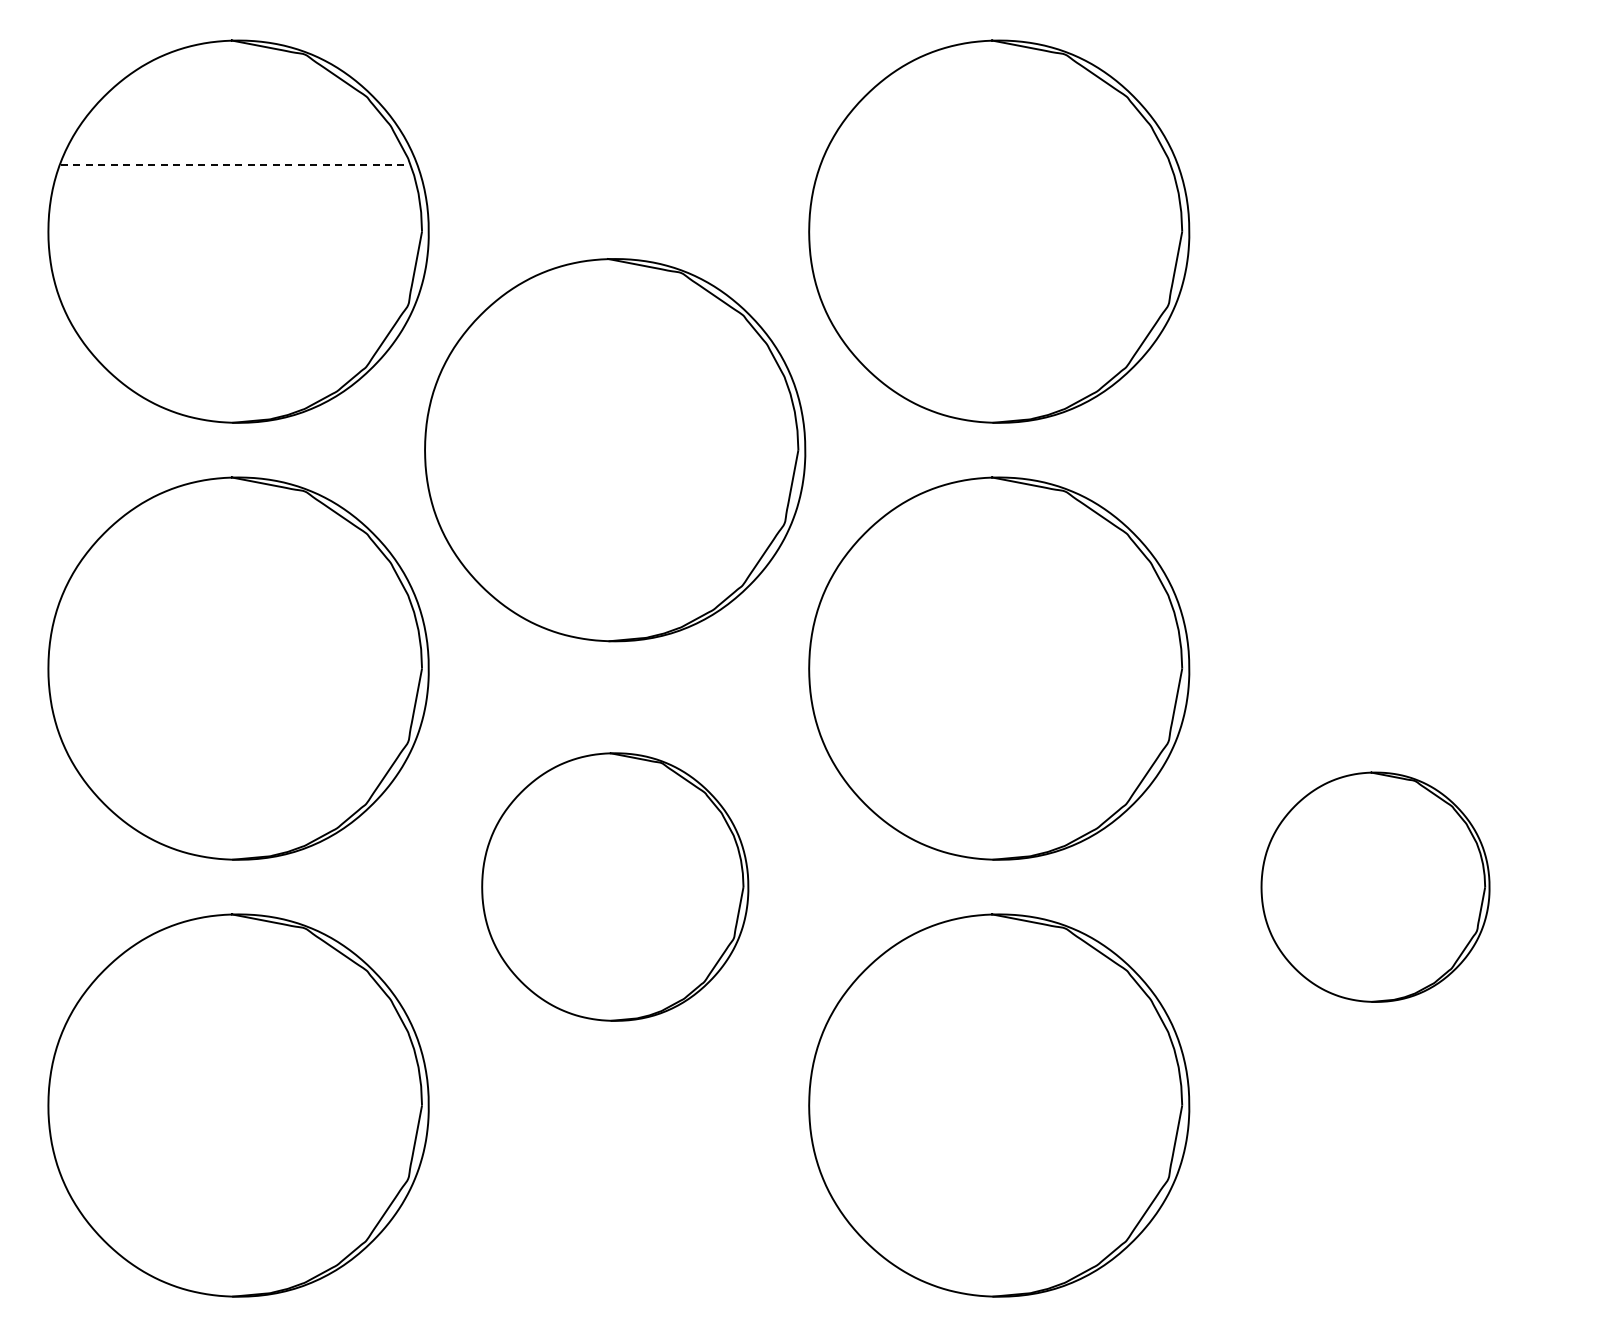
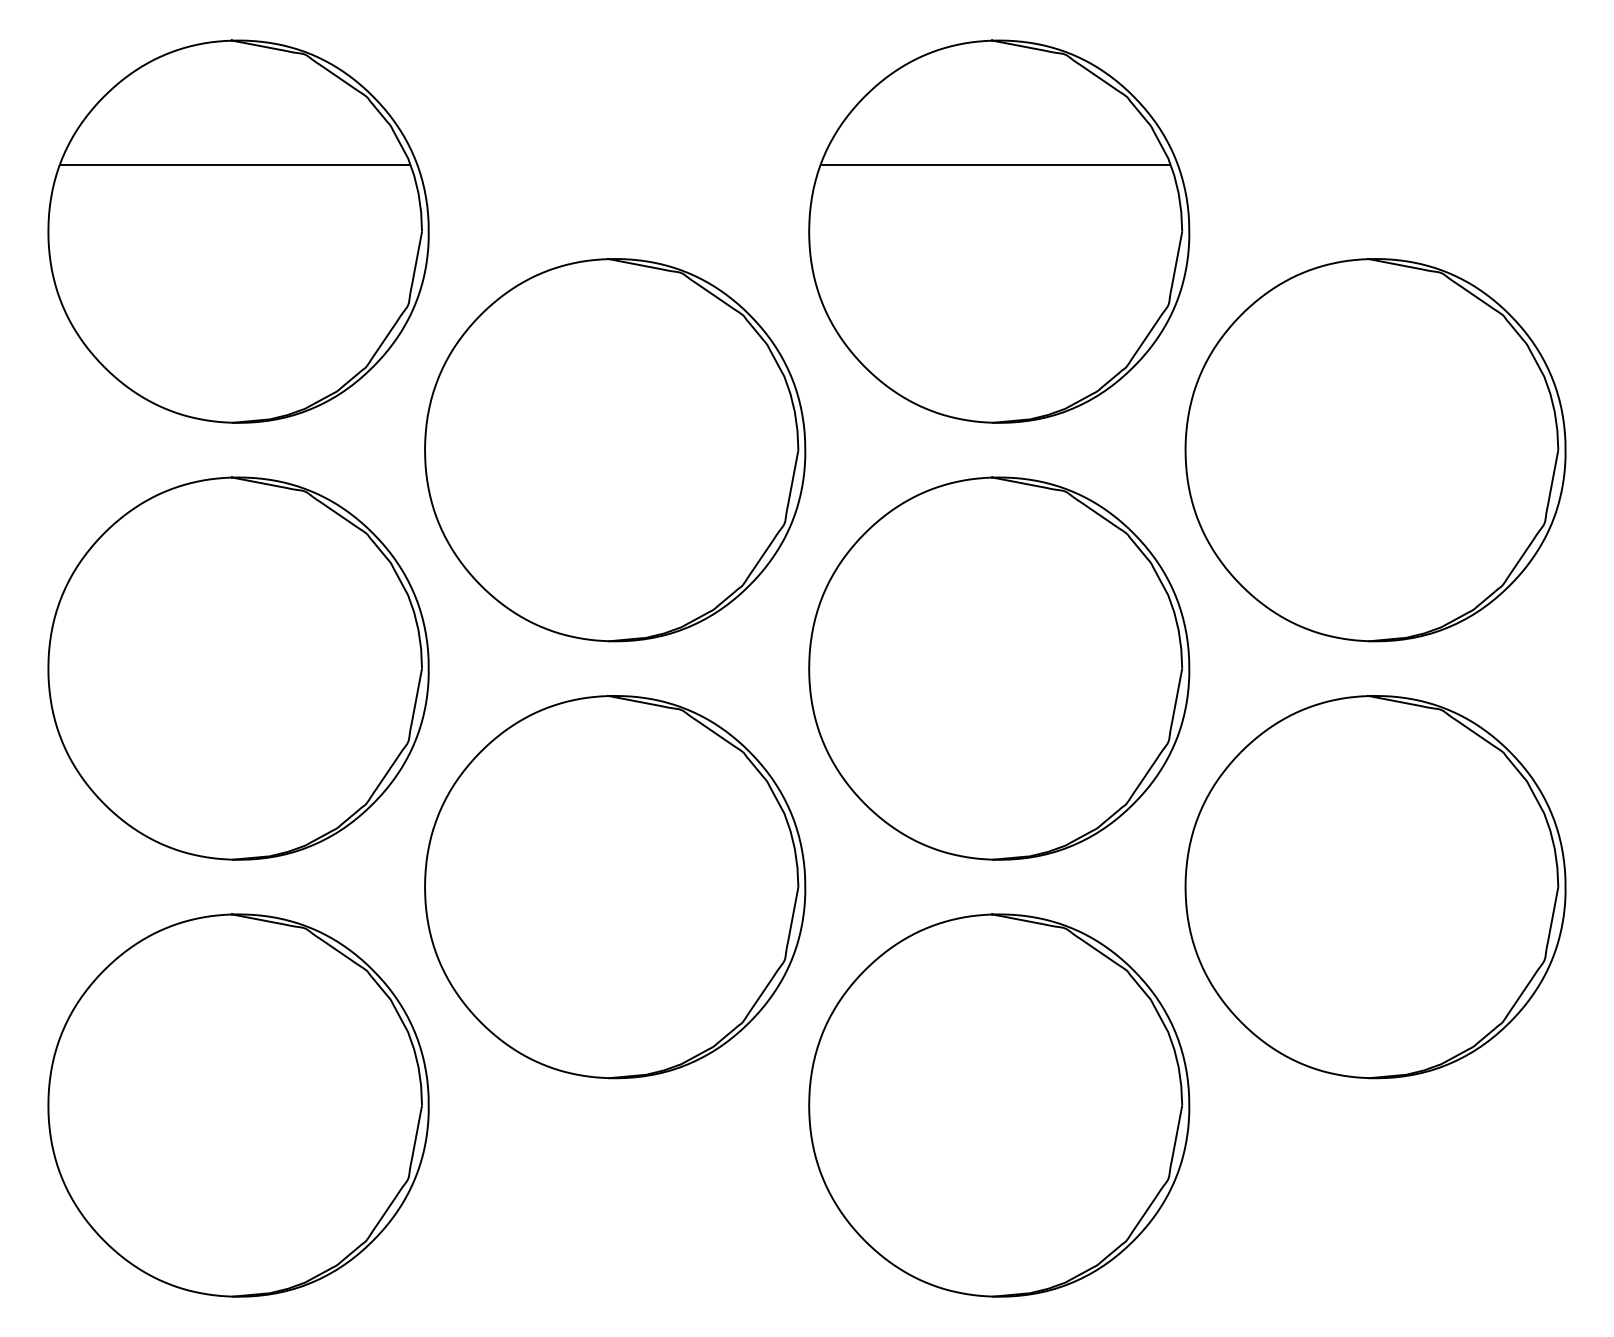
line at (235, 164): dashed -> solid
line at (995, 164): none -> present
part at (1375, 450): none -> present
part at (615, 886) size: 269x270 px -> 383x386 px
part at (1375, 886) size: 231x232 px -> 383x385 px
